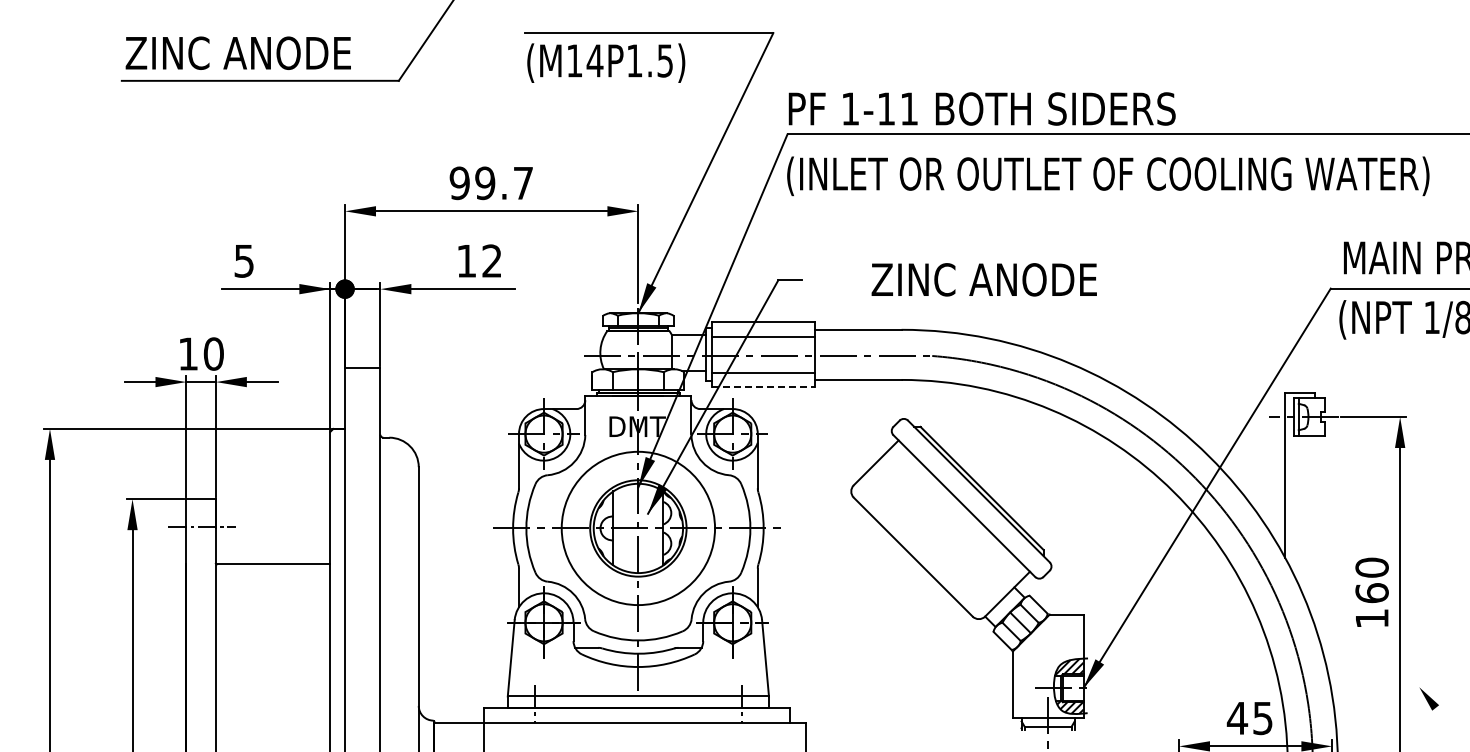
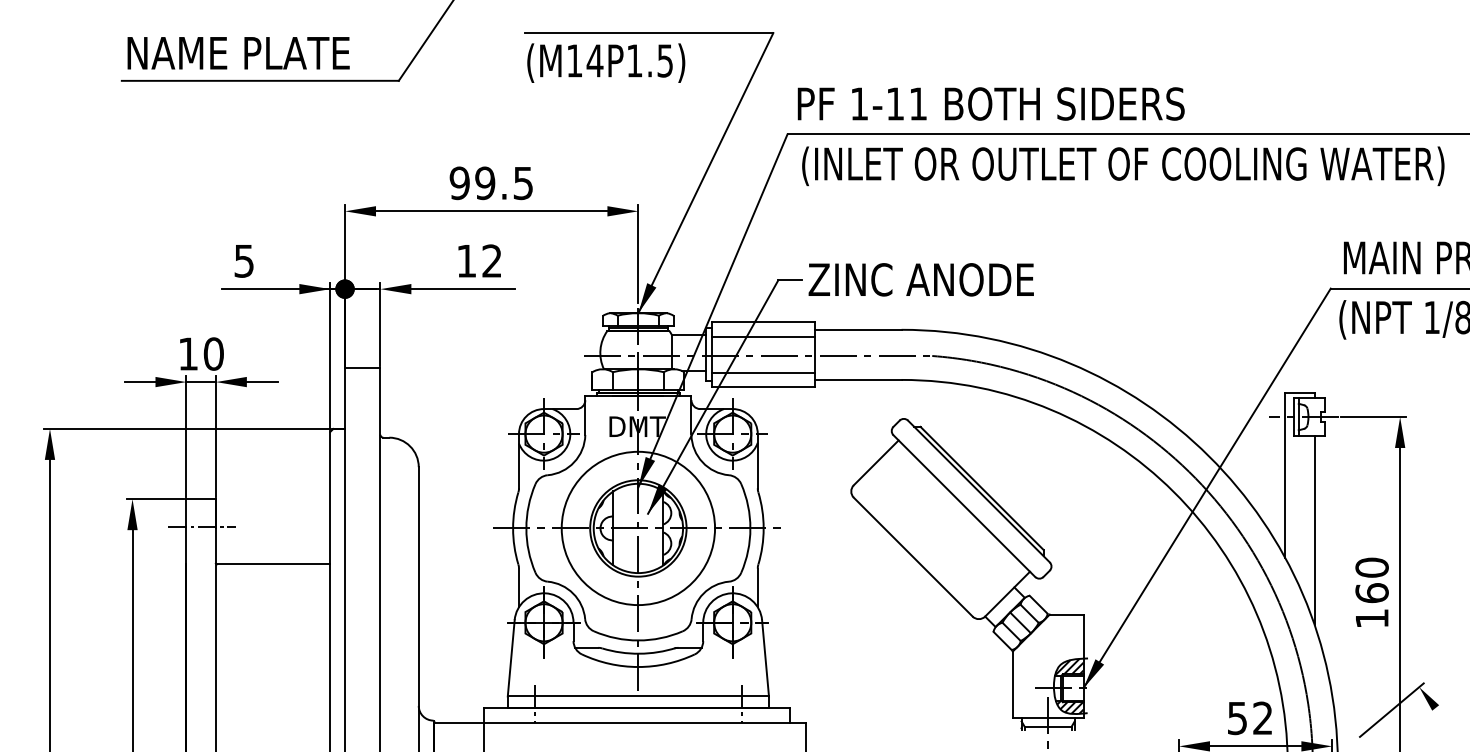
text at (237, 52): ZINC ANODE -> NAME PLATE
text at (981, 108) position: (981, 108) -> (990, 103)
text at (1108, 176) position: (1108, 176) -> (1123, 166)
text at (522, 183): 99.7 -> 99.5
text at (983, 279) position: (983, 279) -> (920, 279)
line at (763, 387): dashed -> solid
line at (1314, 530): none -> present
line at (1391, 709): none -> present
text at (1249, 718): 45 -> 52
